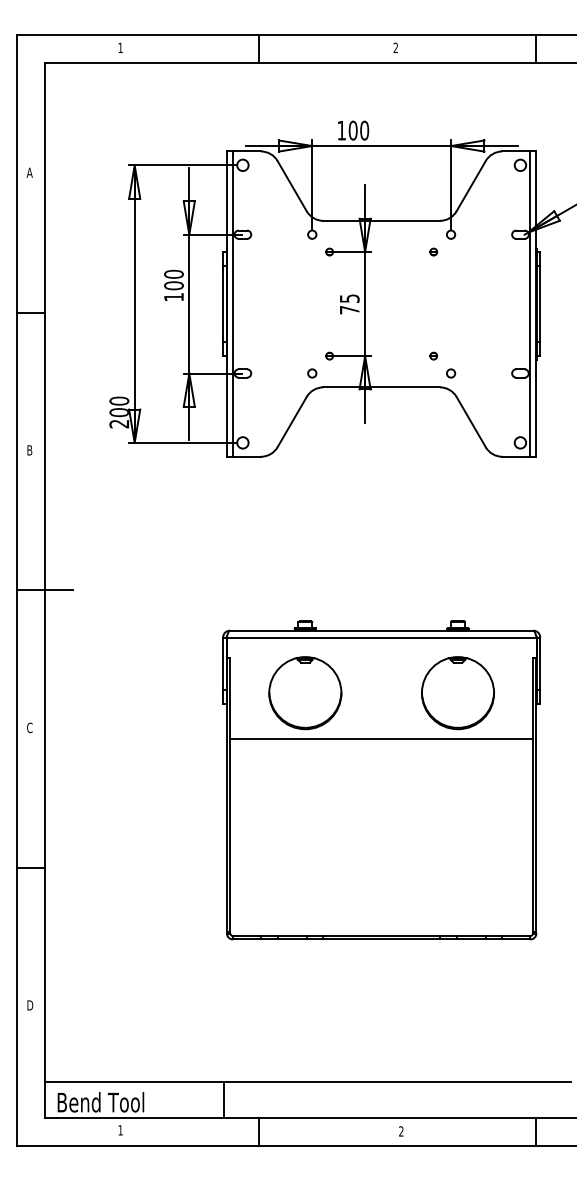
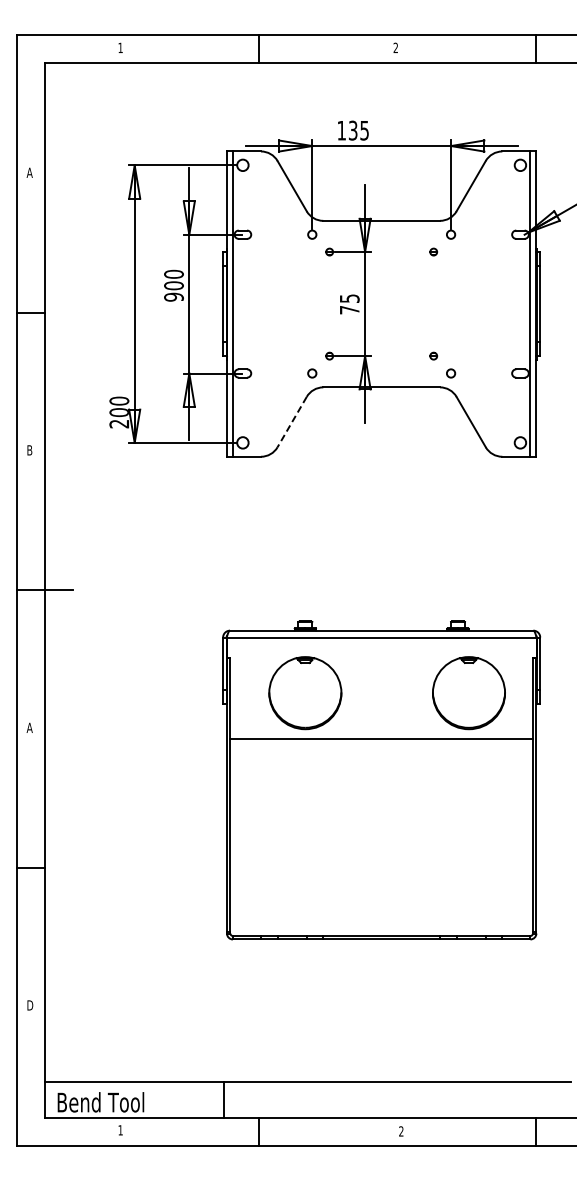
text at (358, 130): 100 -> 135
text at (173, 296): 100 -> 900
line at (291, 422): solid -> dashed
part at (457, 693) position: (457, 693) -> (468, 693)
text at (29, 727): C -> A
